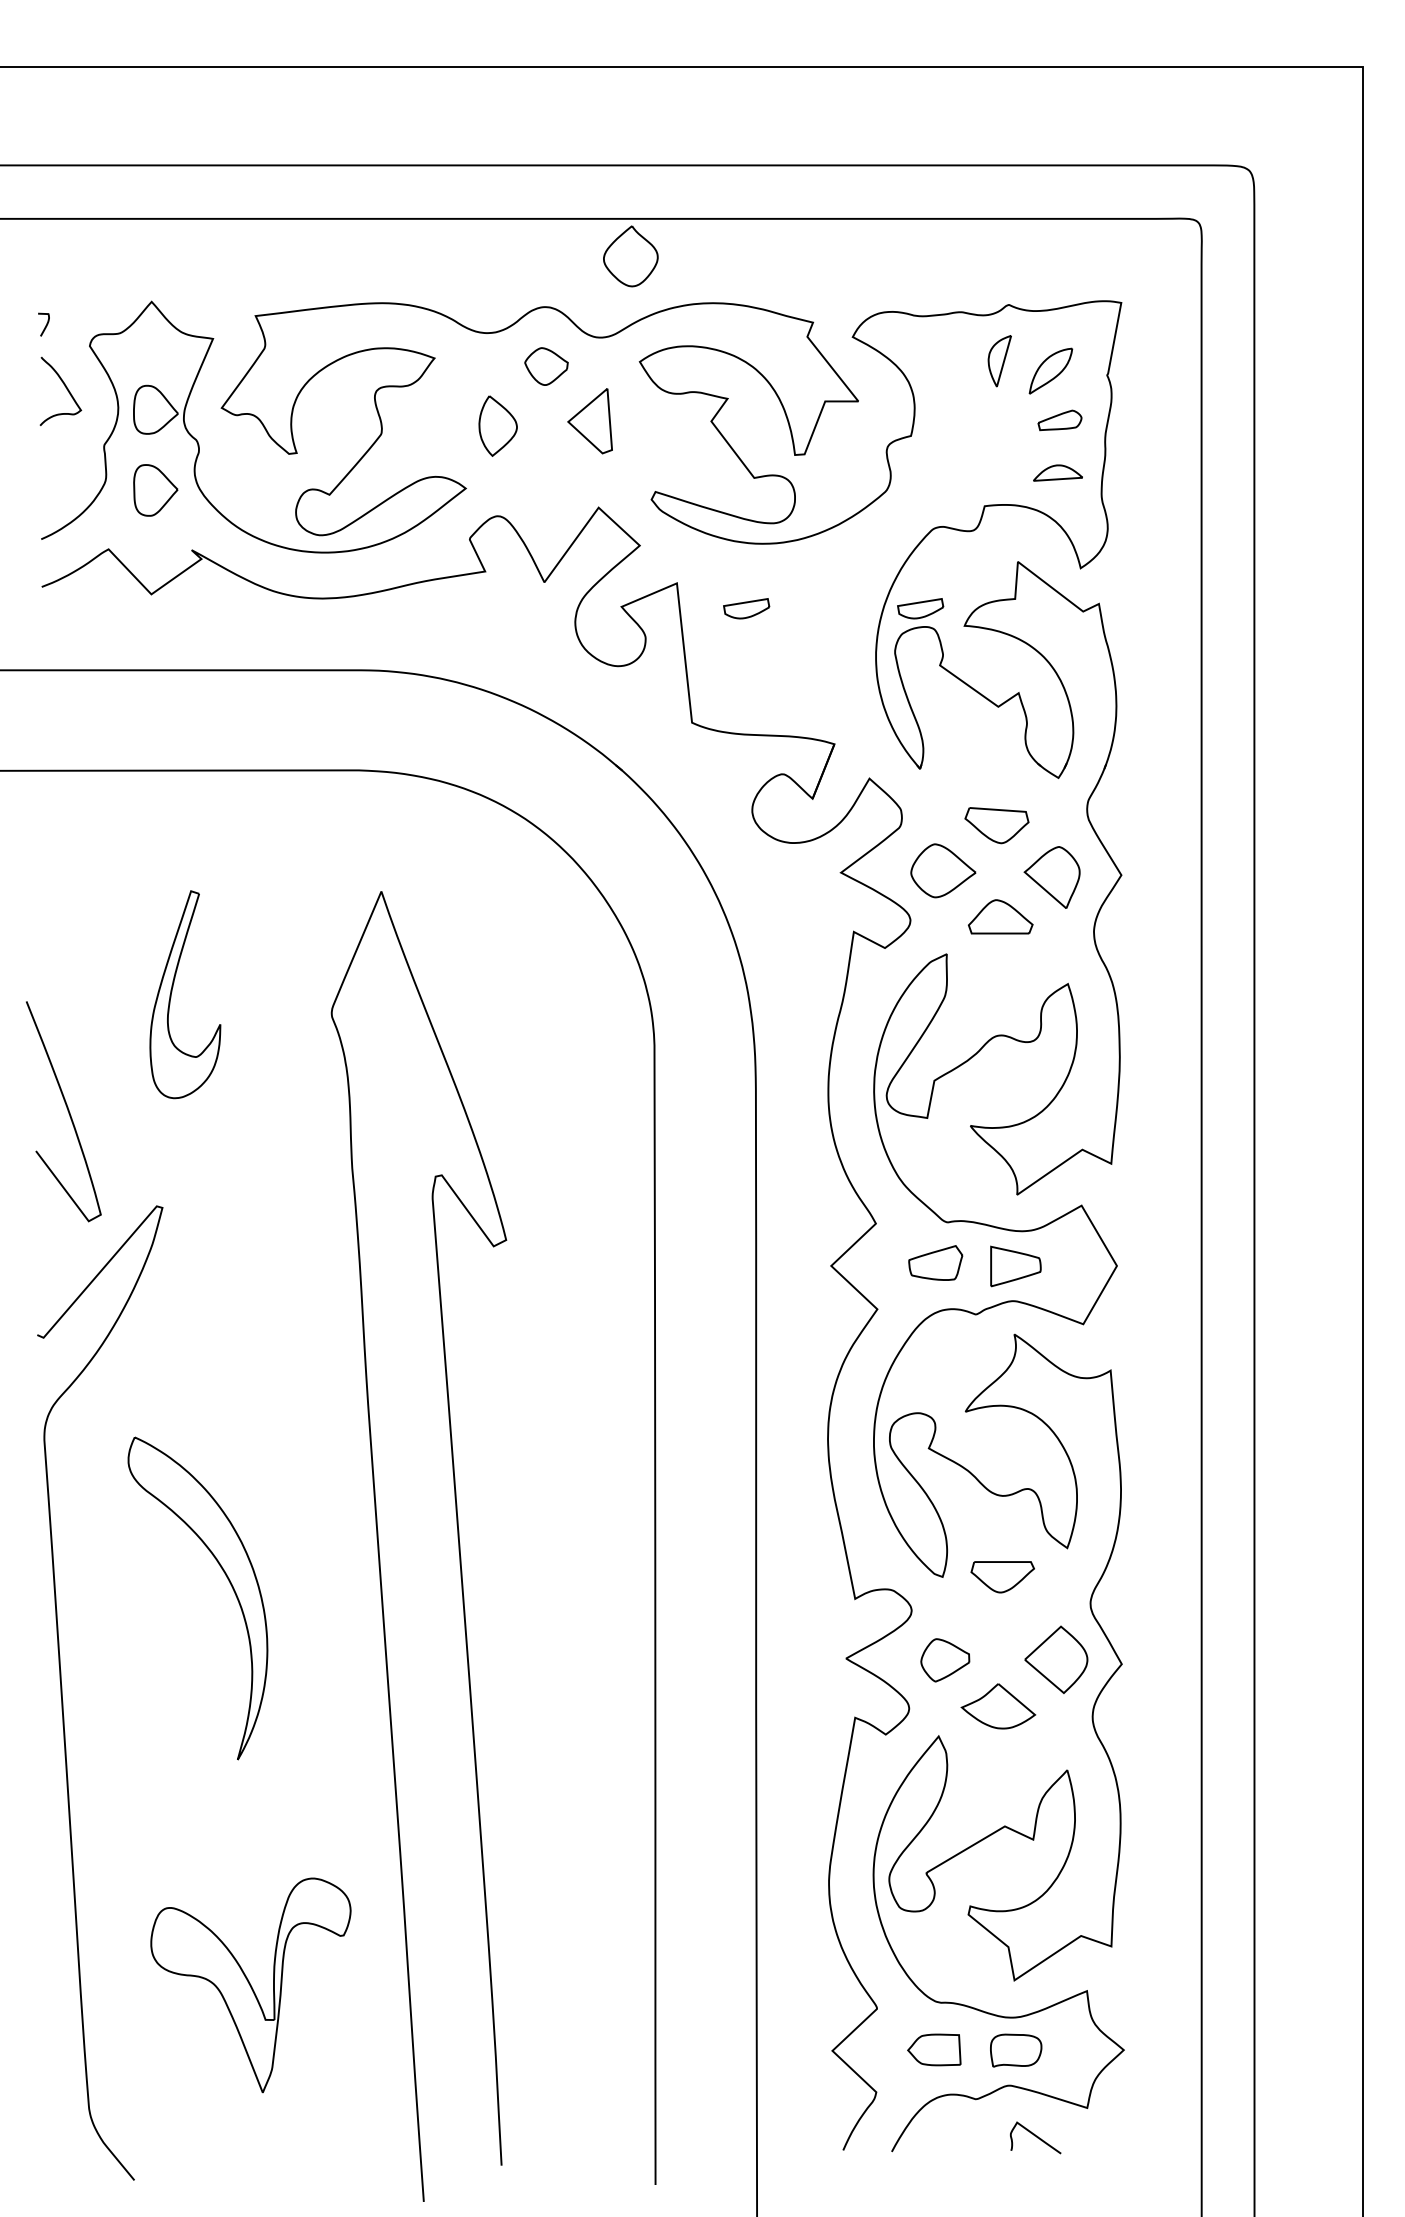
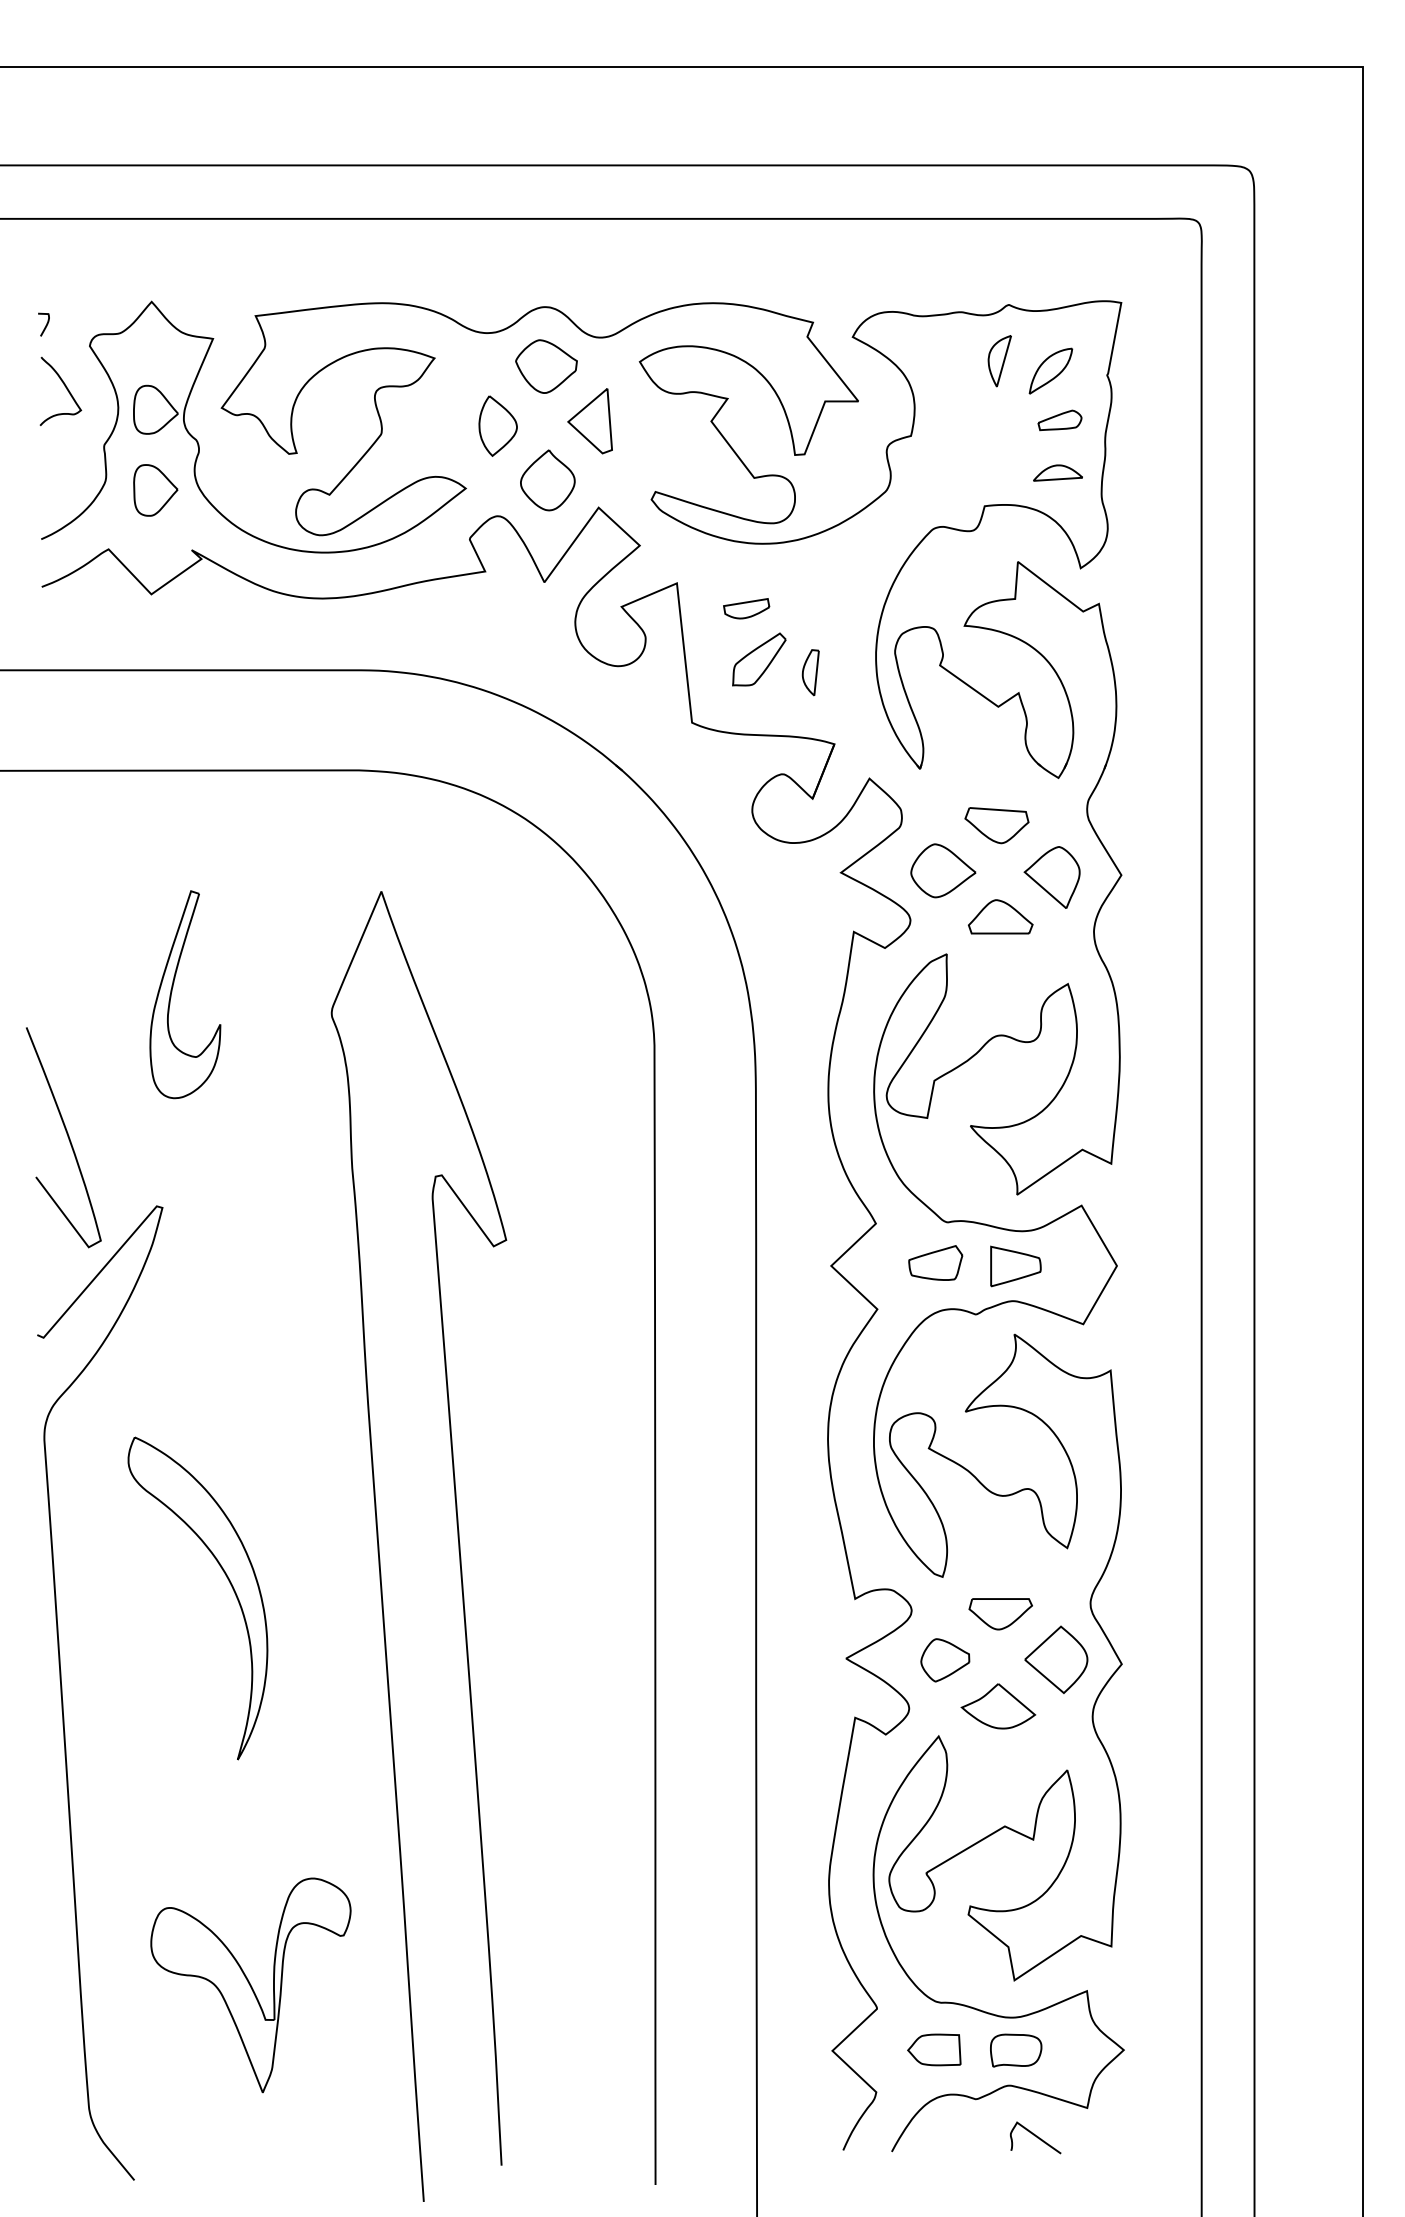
part at (630, 256) position: (630, 256) -> (547, 480)
part at (546, 366) size: 45x39 px -> 63x55 px
part at (920, 608): present -> none
part at (759, 659): none -> present
part at (810, 672): none -> present
curve at (67, 1111) position: (67, 1111) -> (67, 1137)
part at (1002, 1577) position: (1002, 1577) -> (1000, 1614)
